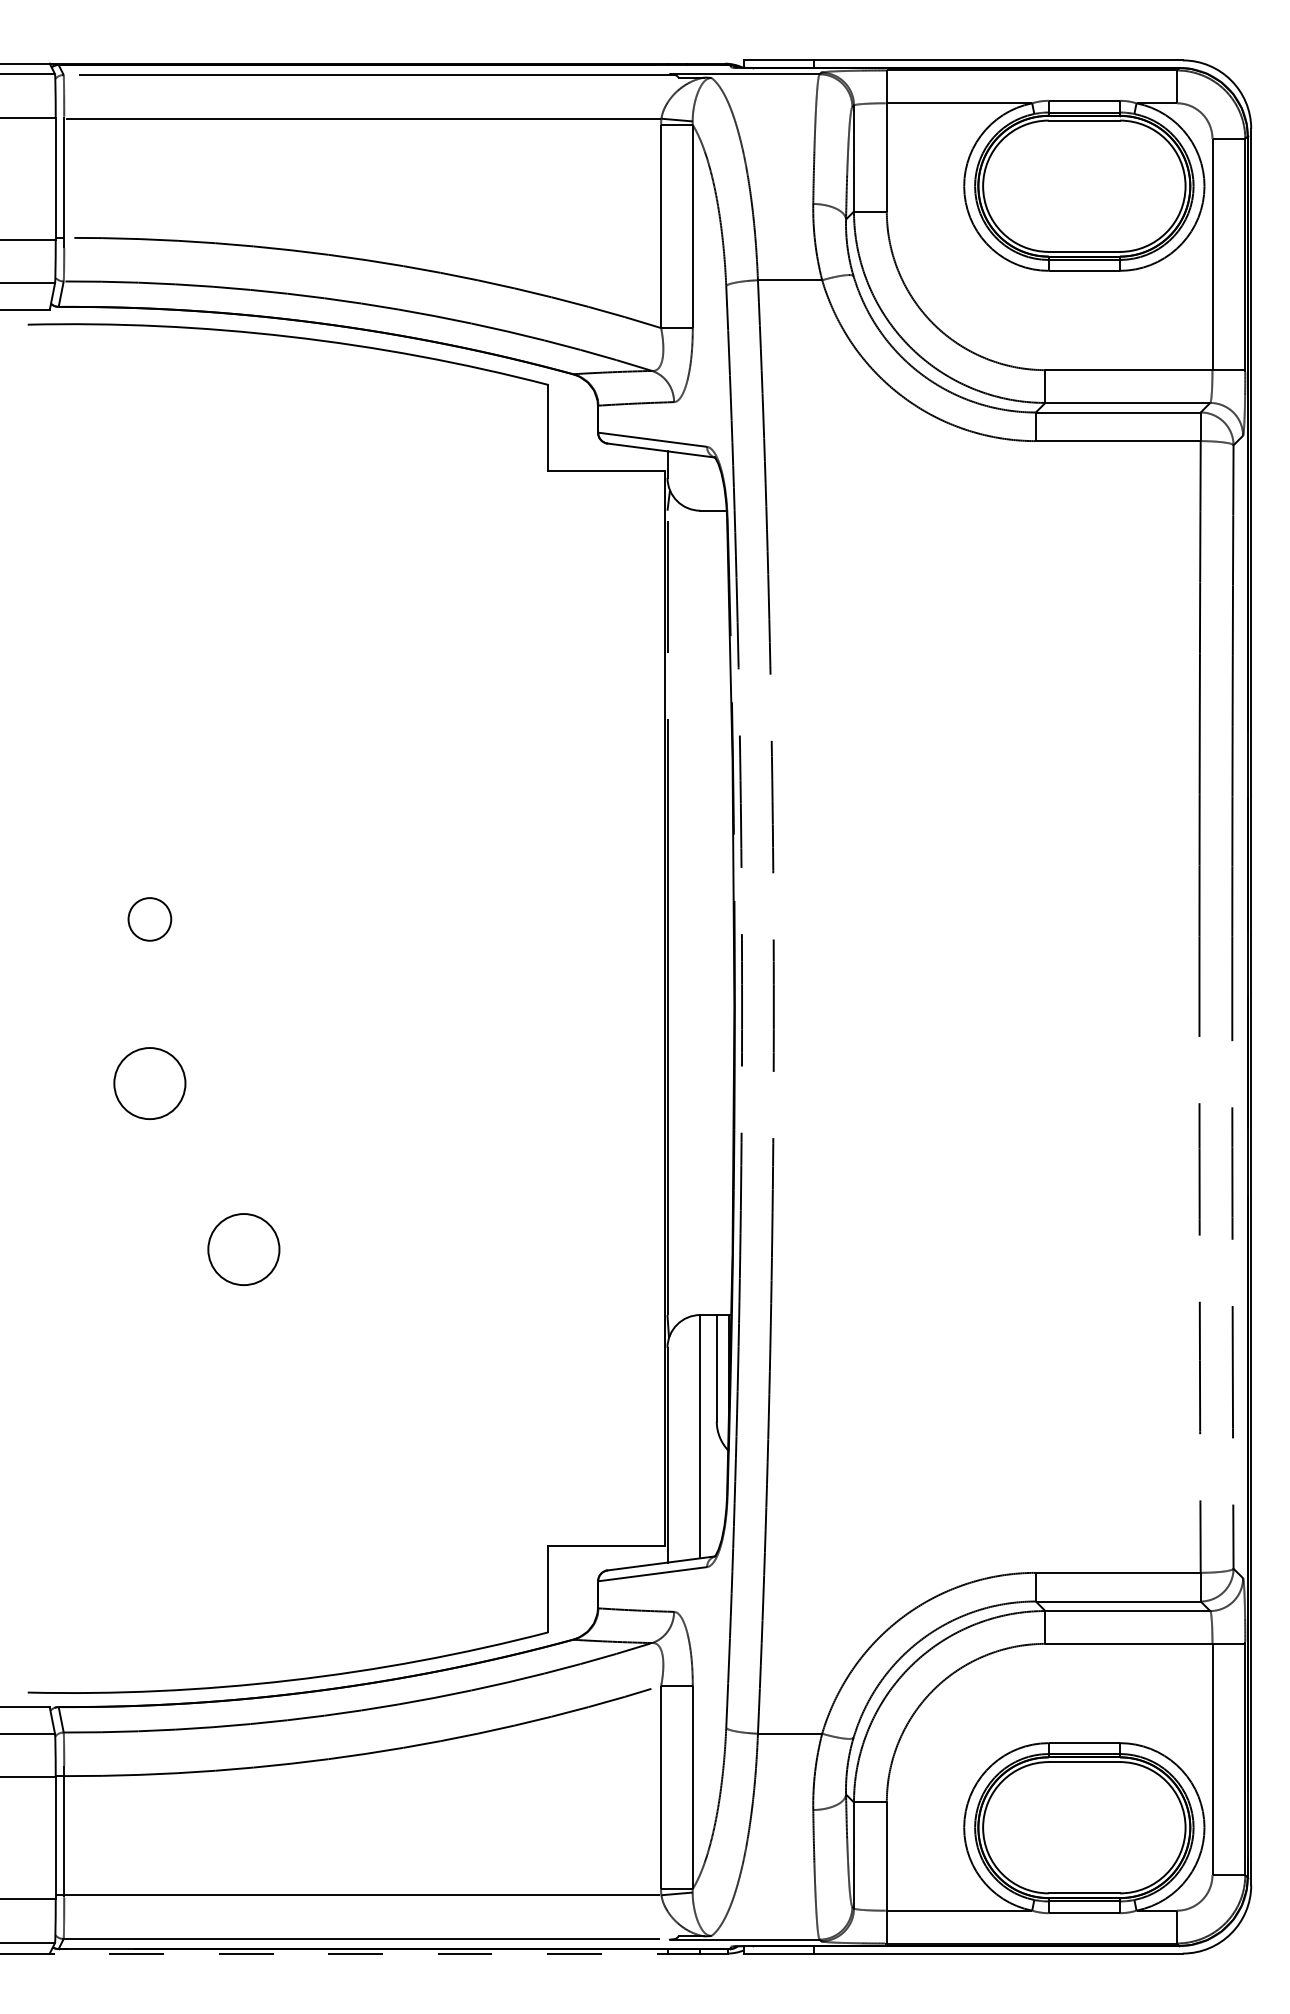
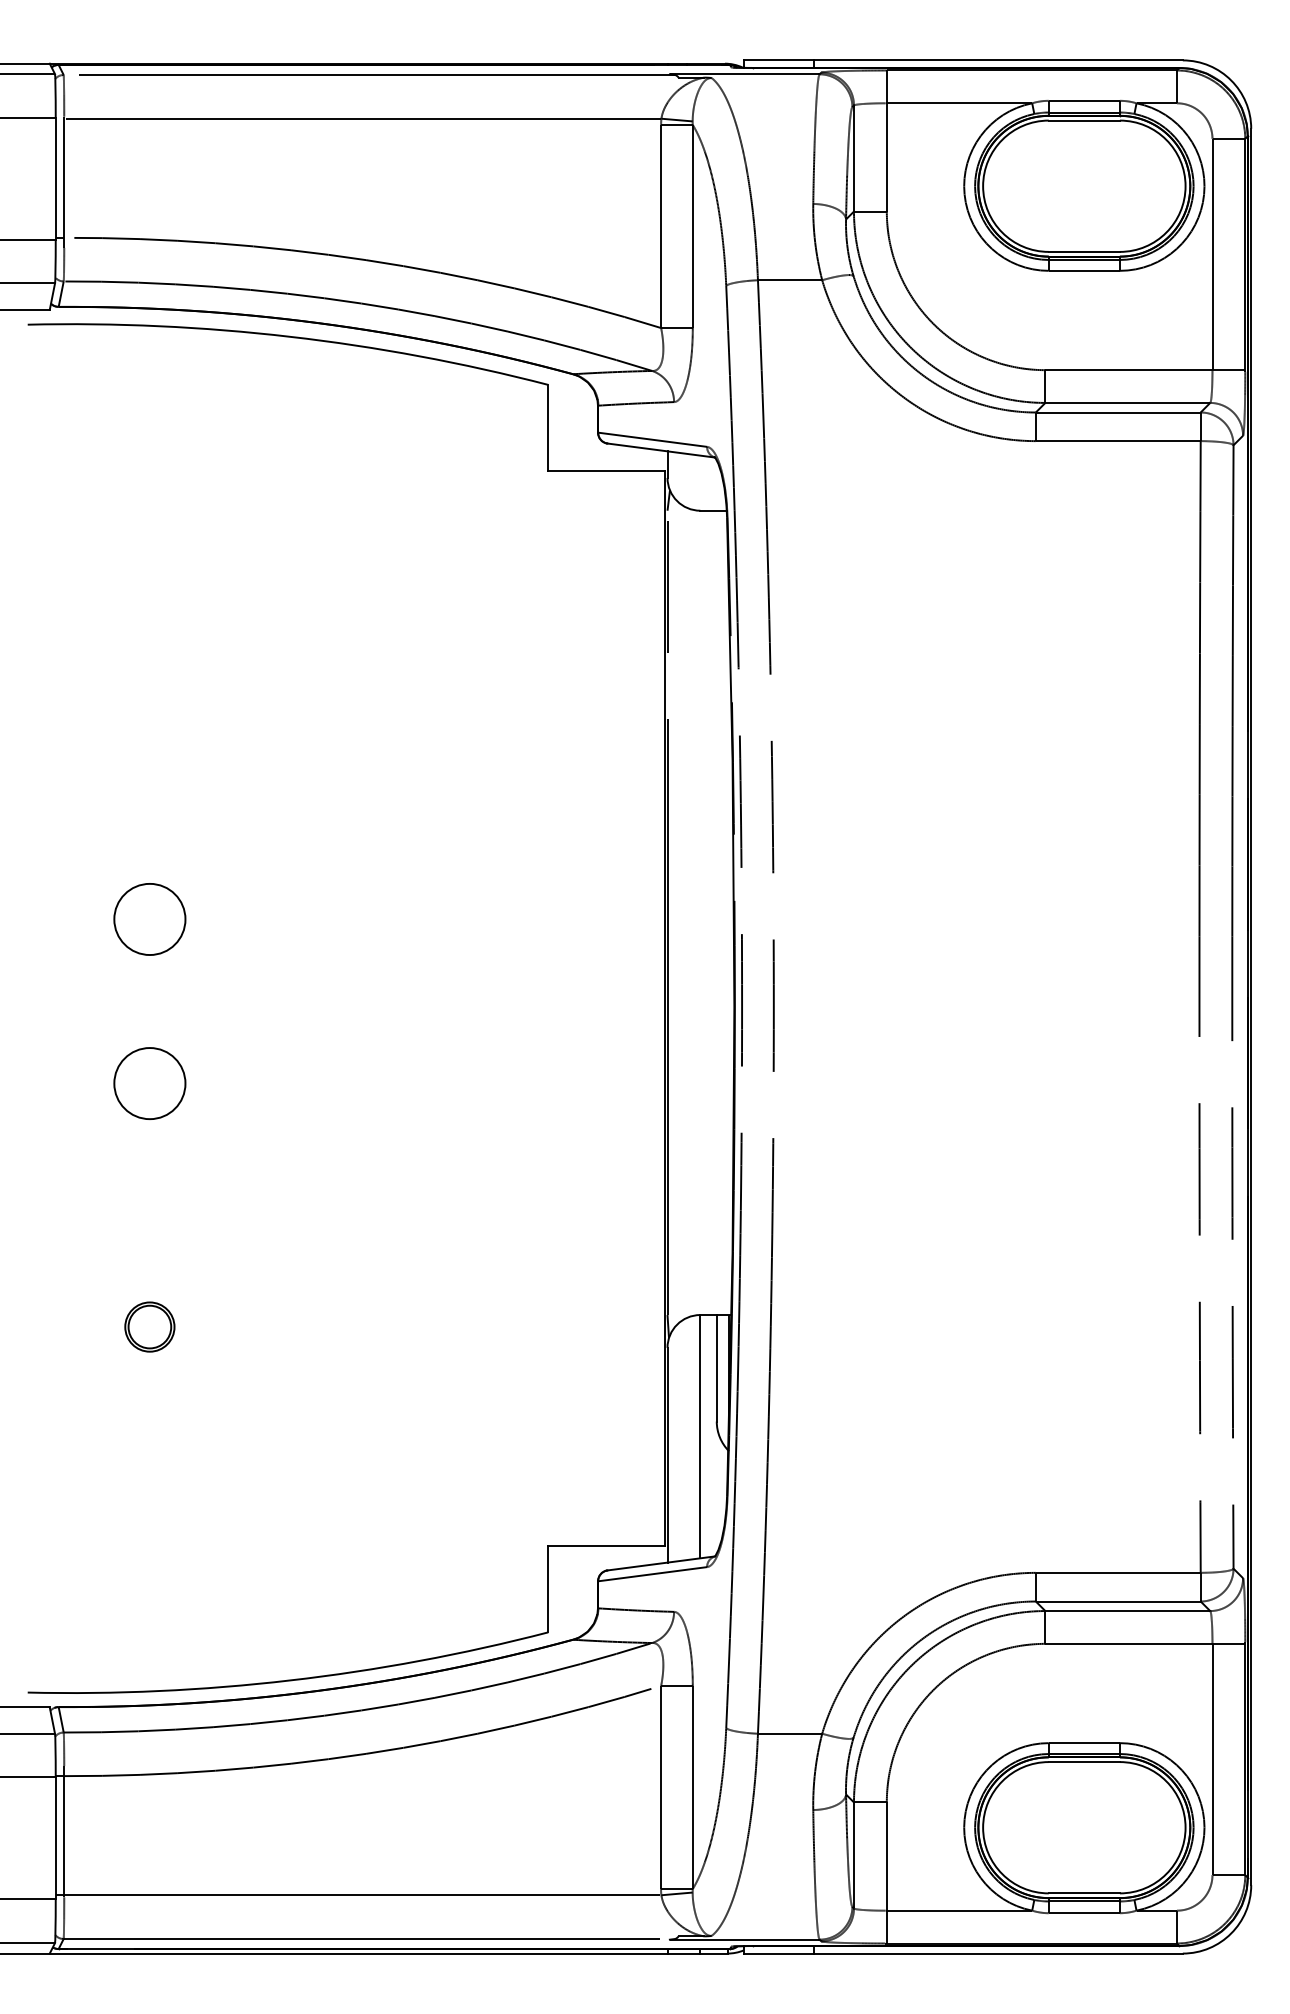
circle at (149, 919) diameter: 43 px -> 71 px
circle at (243, 1249): present -> none
part at (149, 1326): none -> present
line at (334, 1953): dashed -> solid
